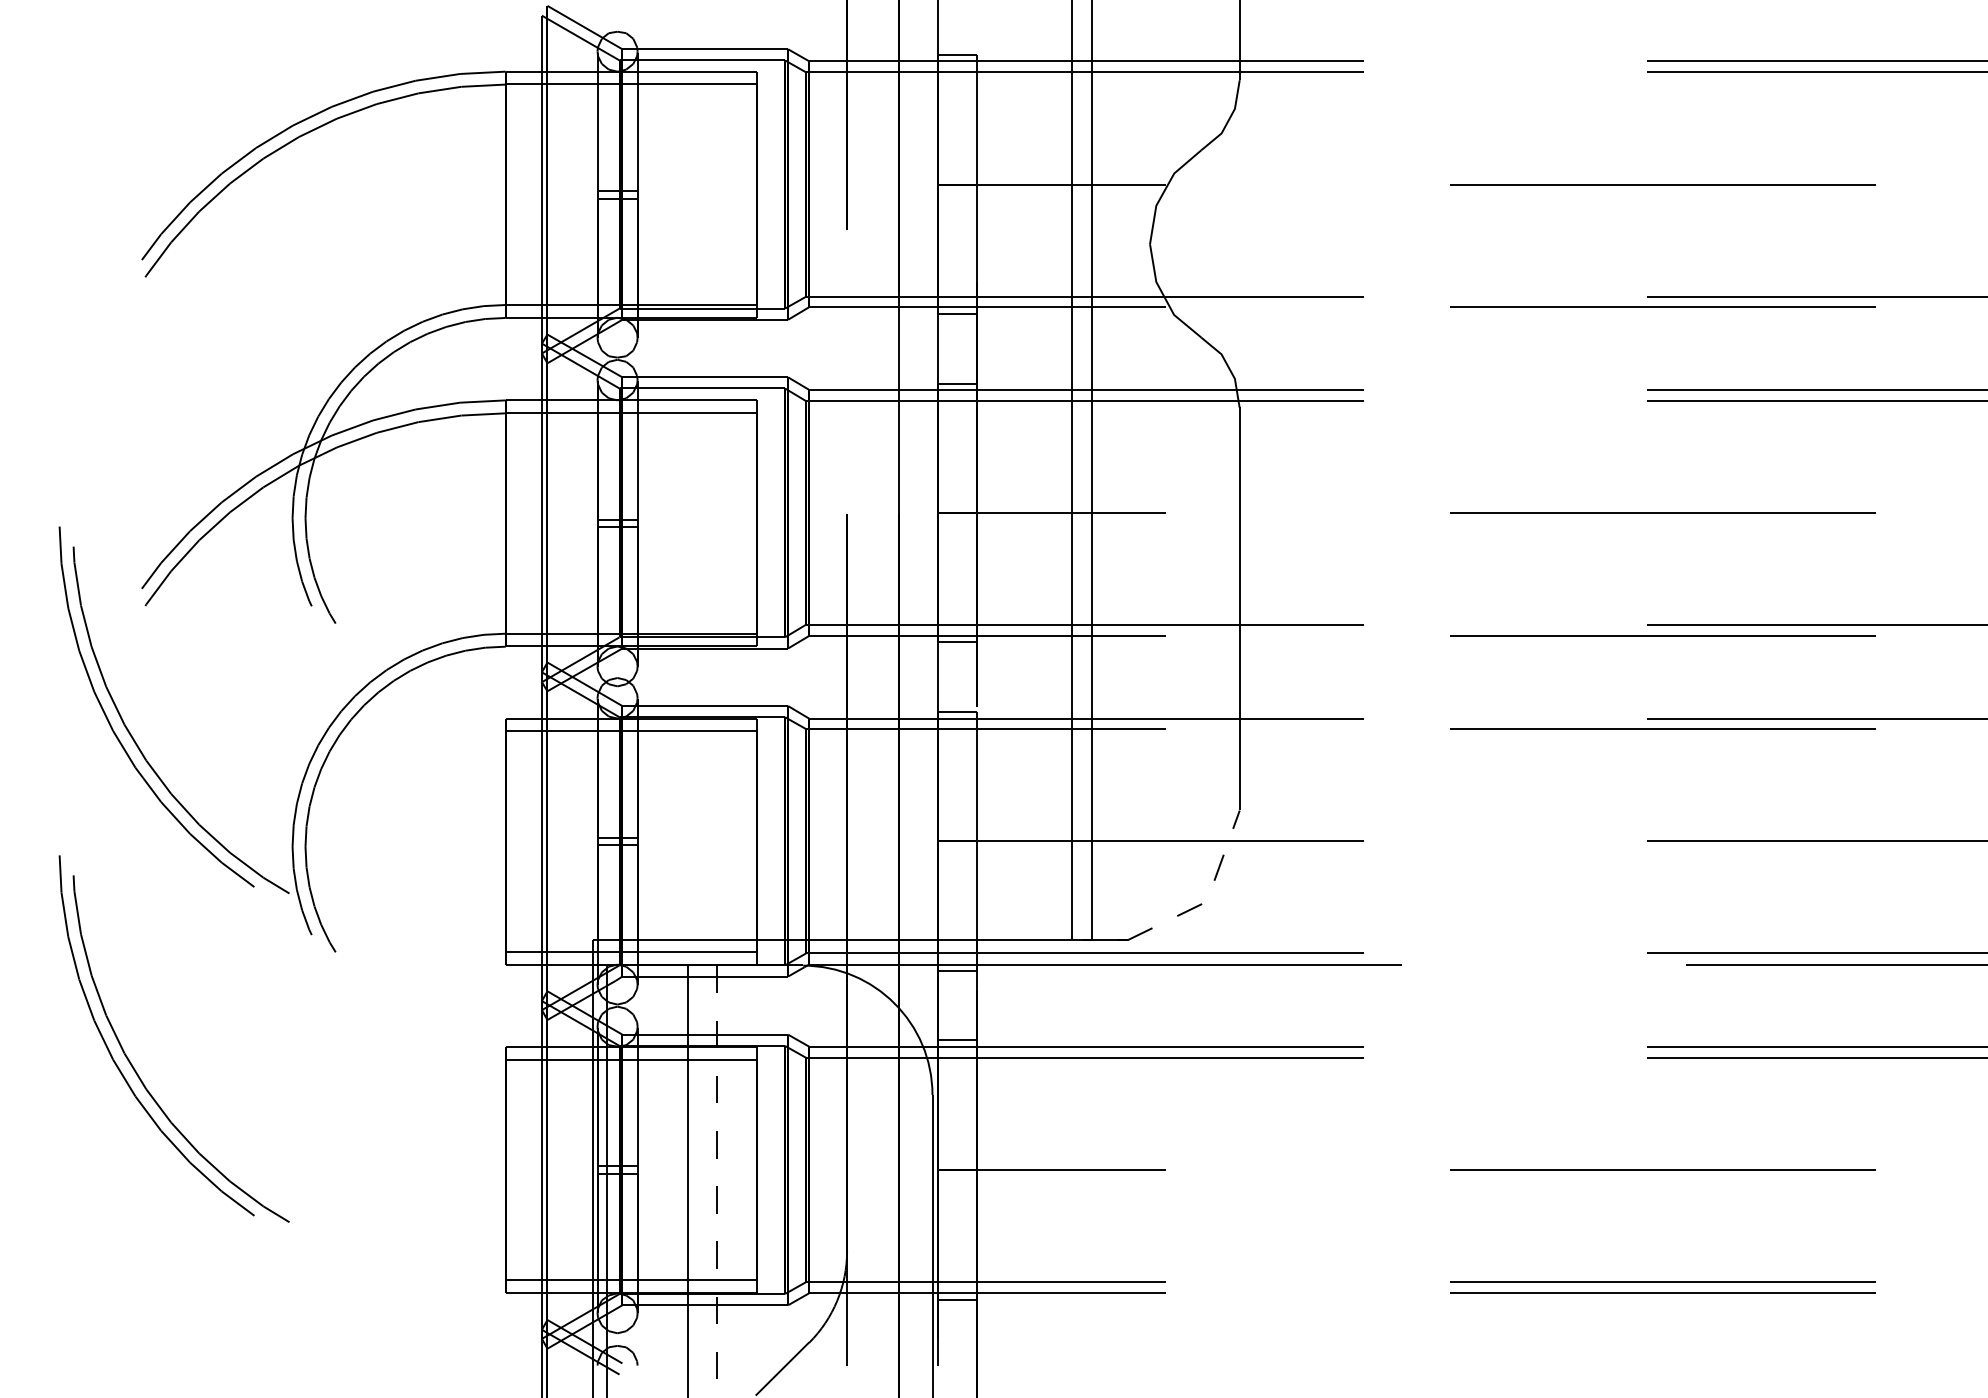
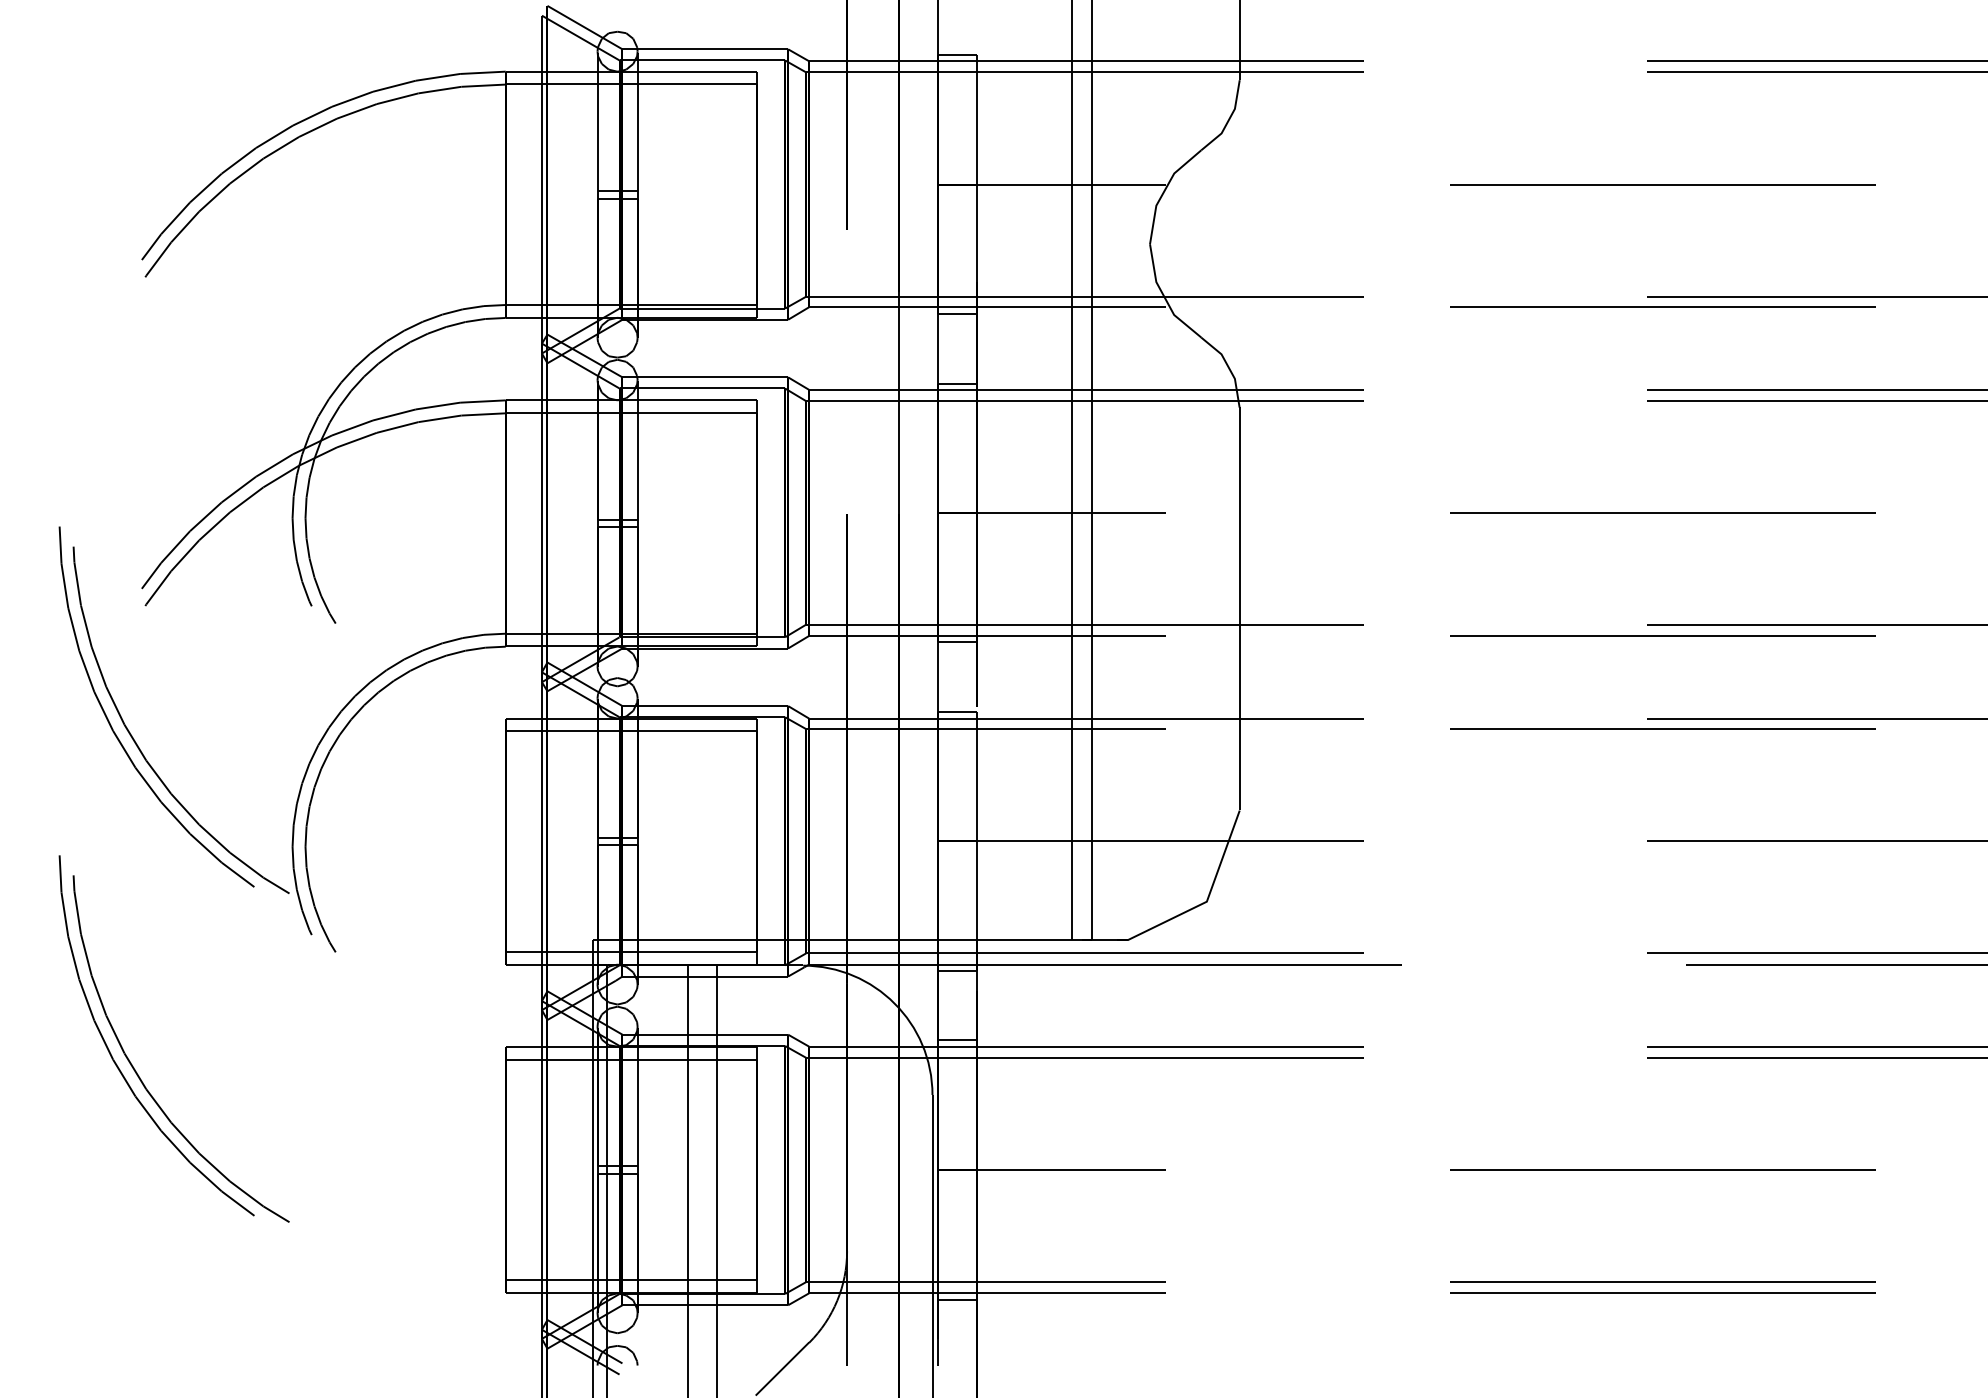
line at (1208, 897): dashed -> solid
line at (716, 1181): dashed -> solid
